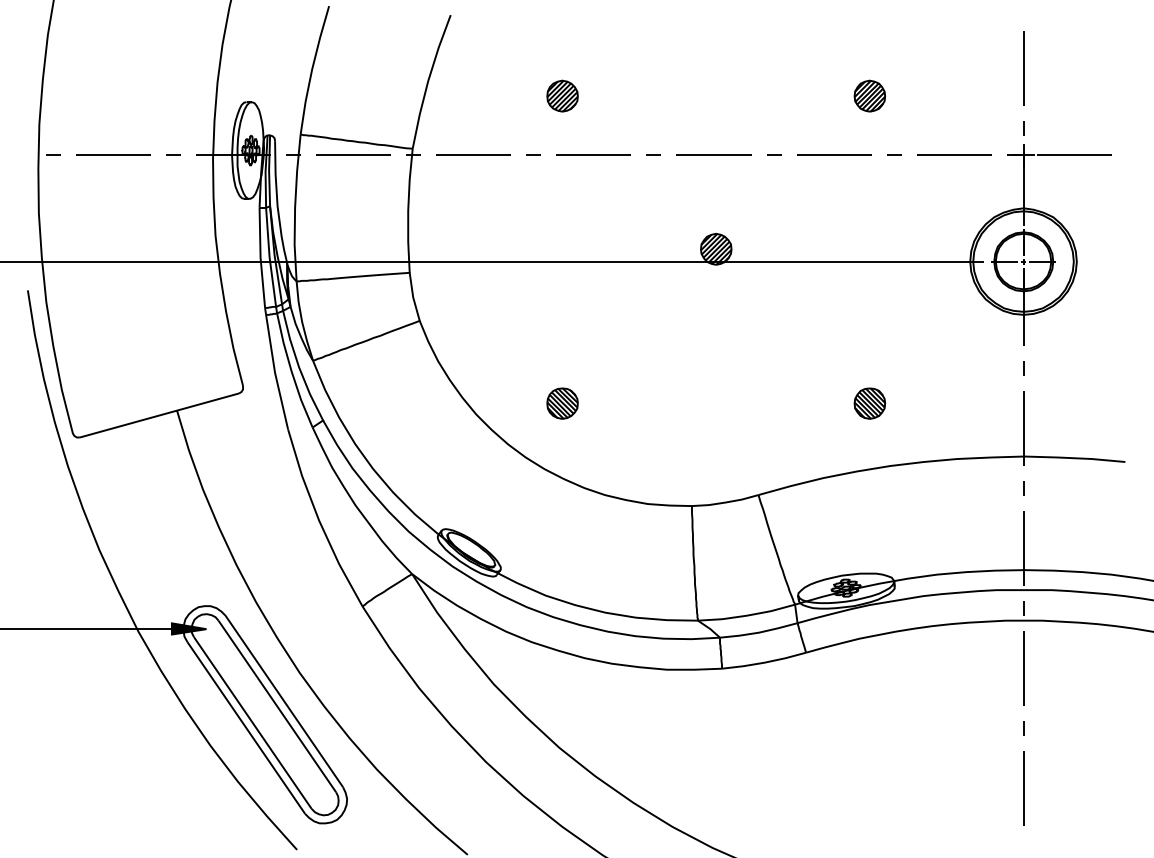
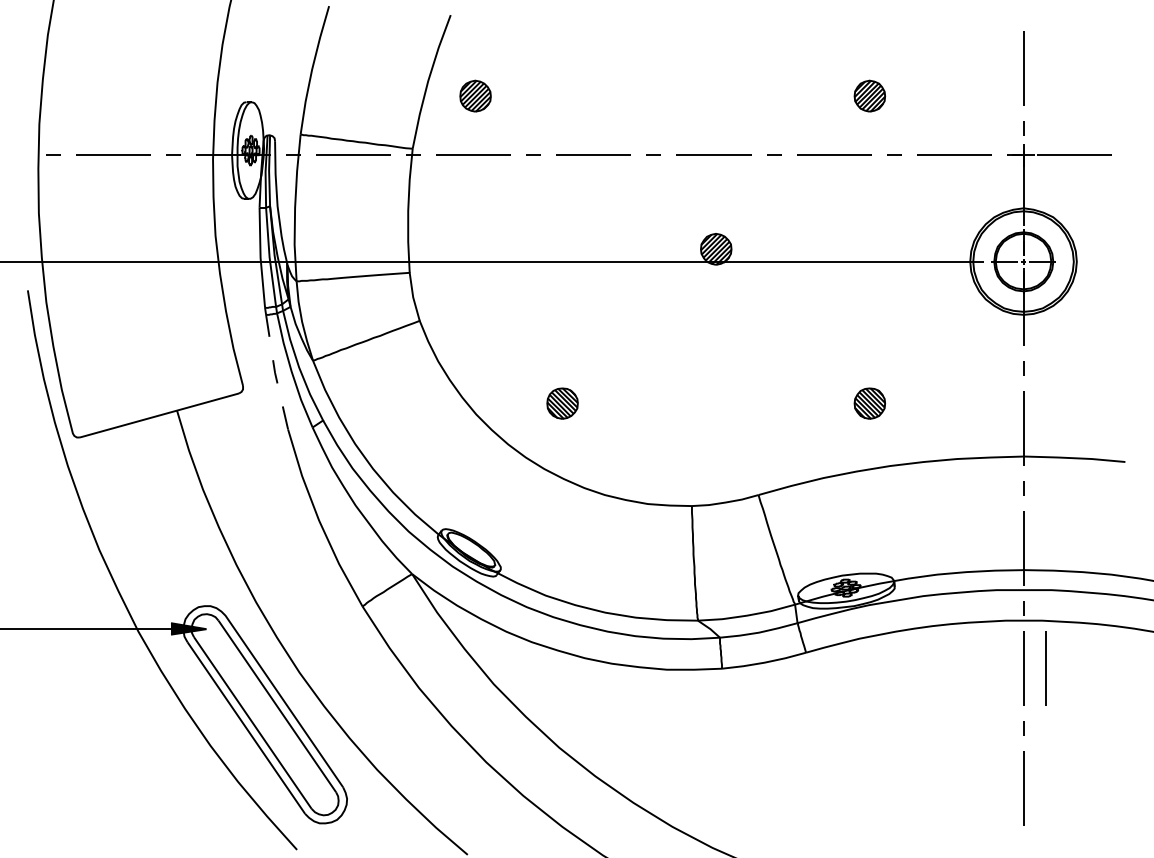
part at (562, 95) position: (562, 95) -> (475, 95)
line at (275, 372): solid -> dashed
line at (1045, 668): none -> present
